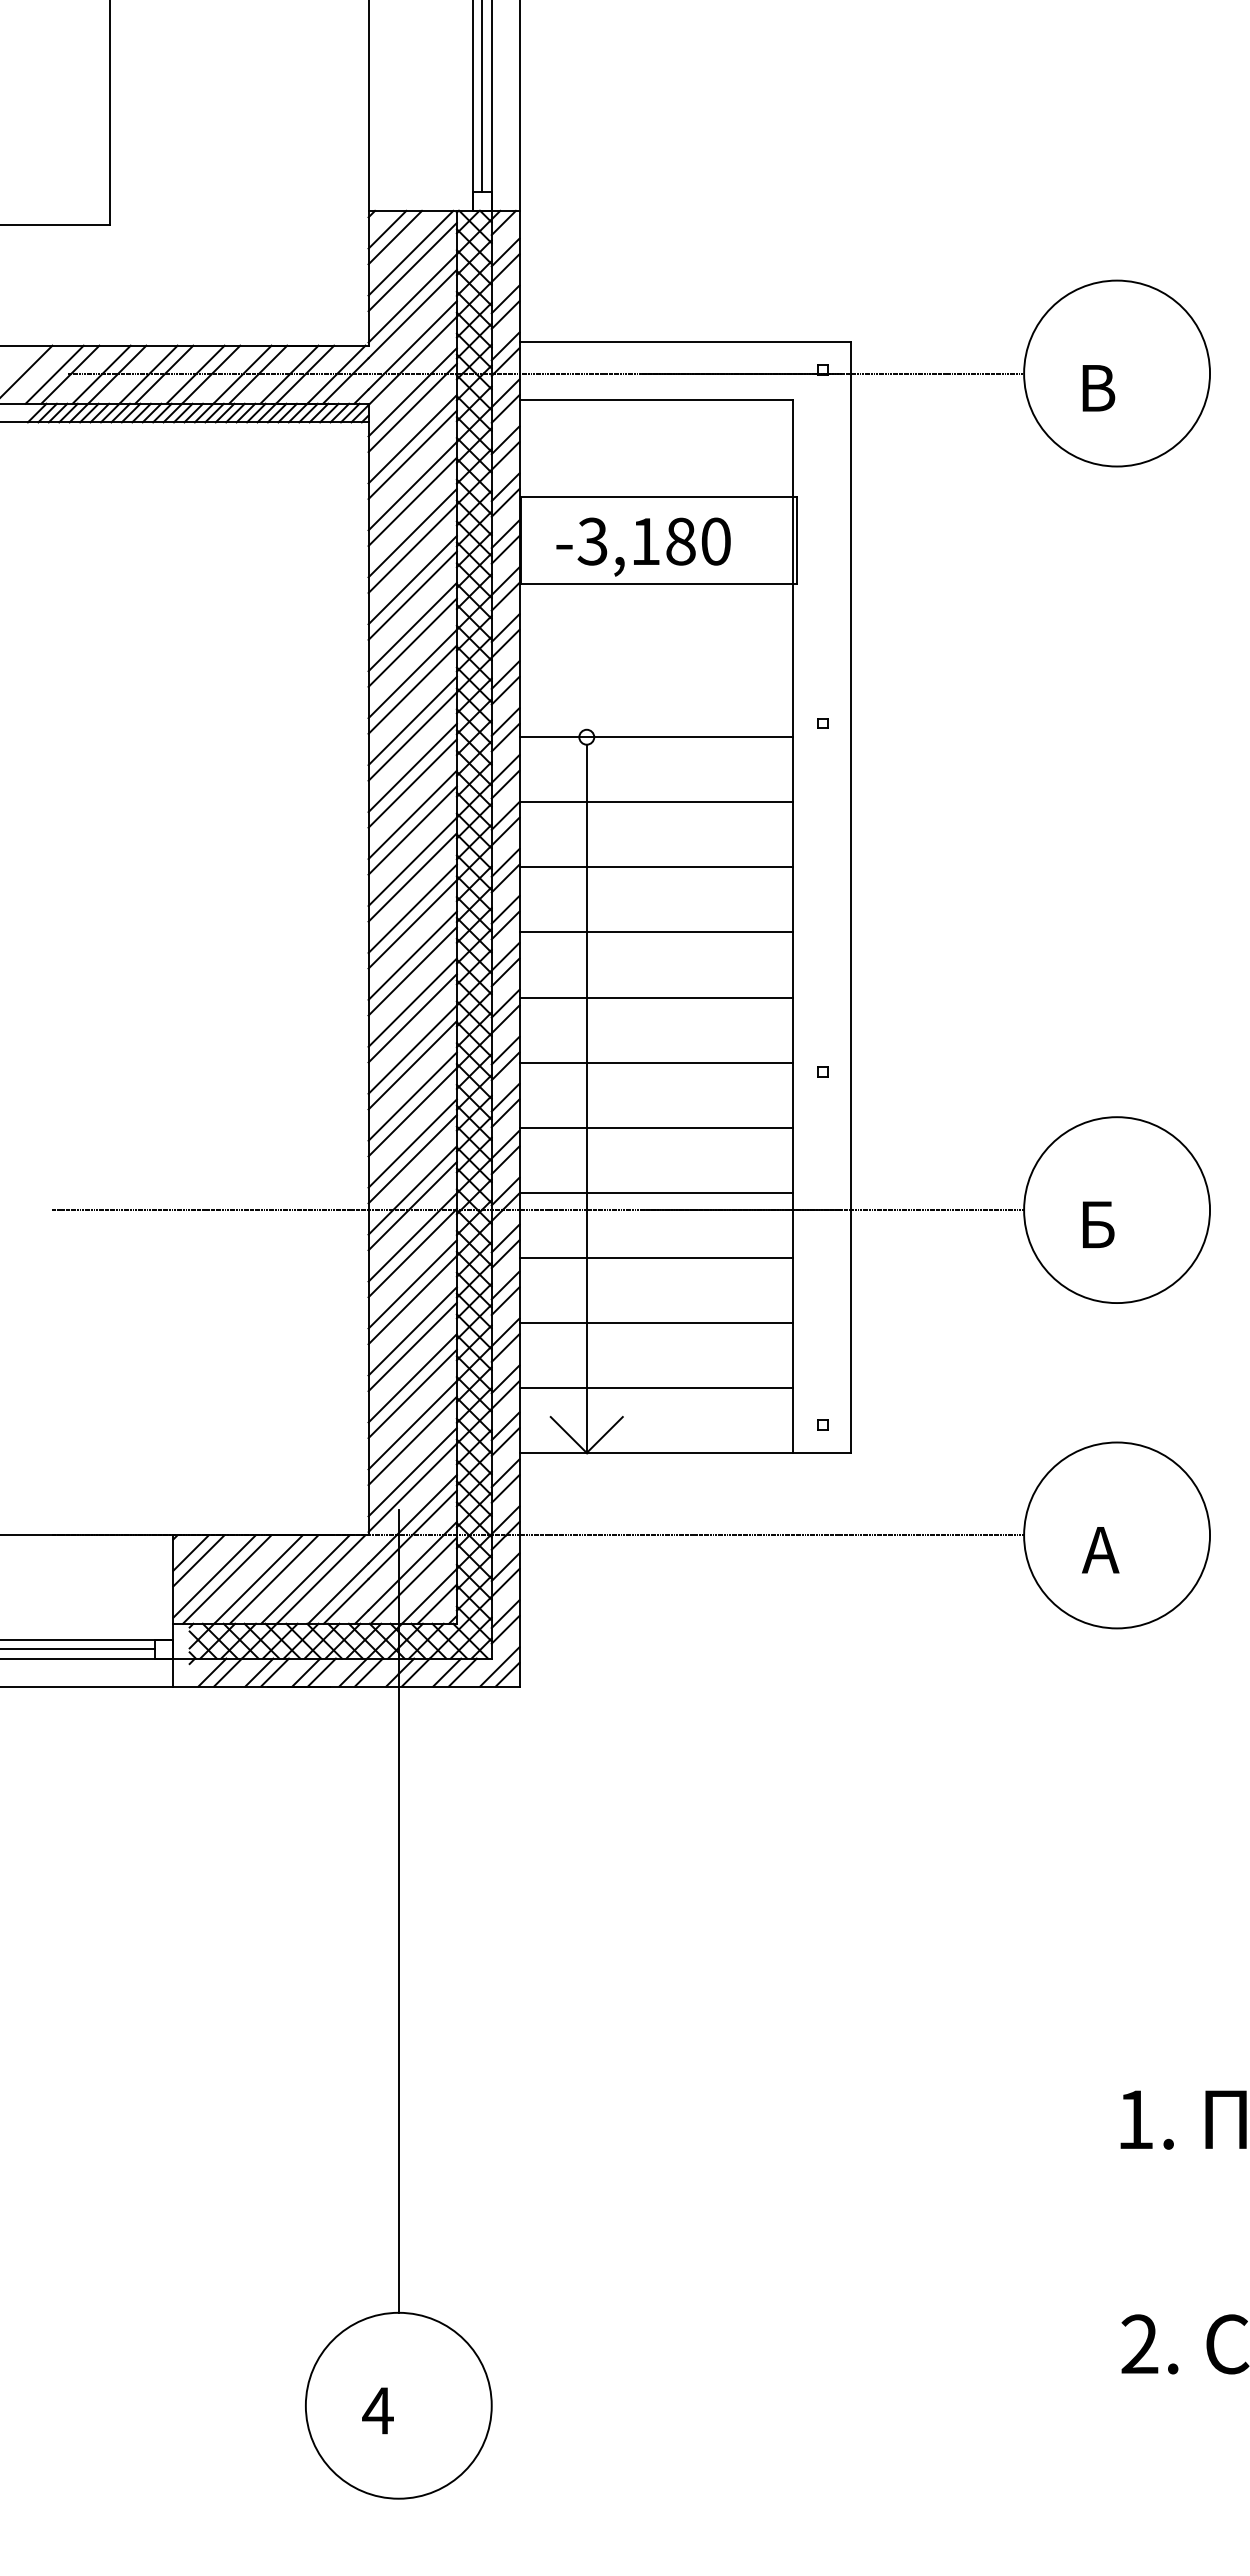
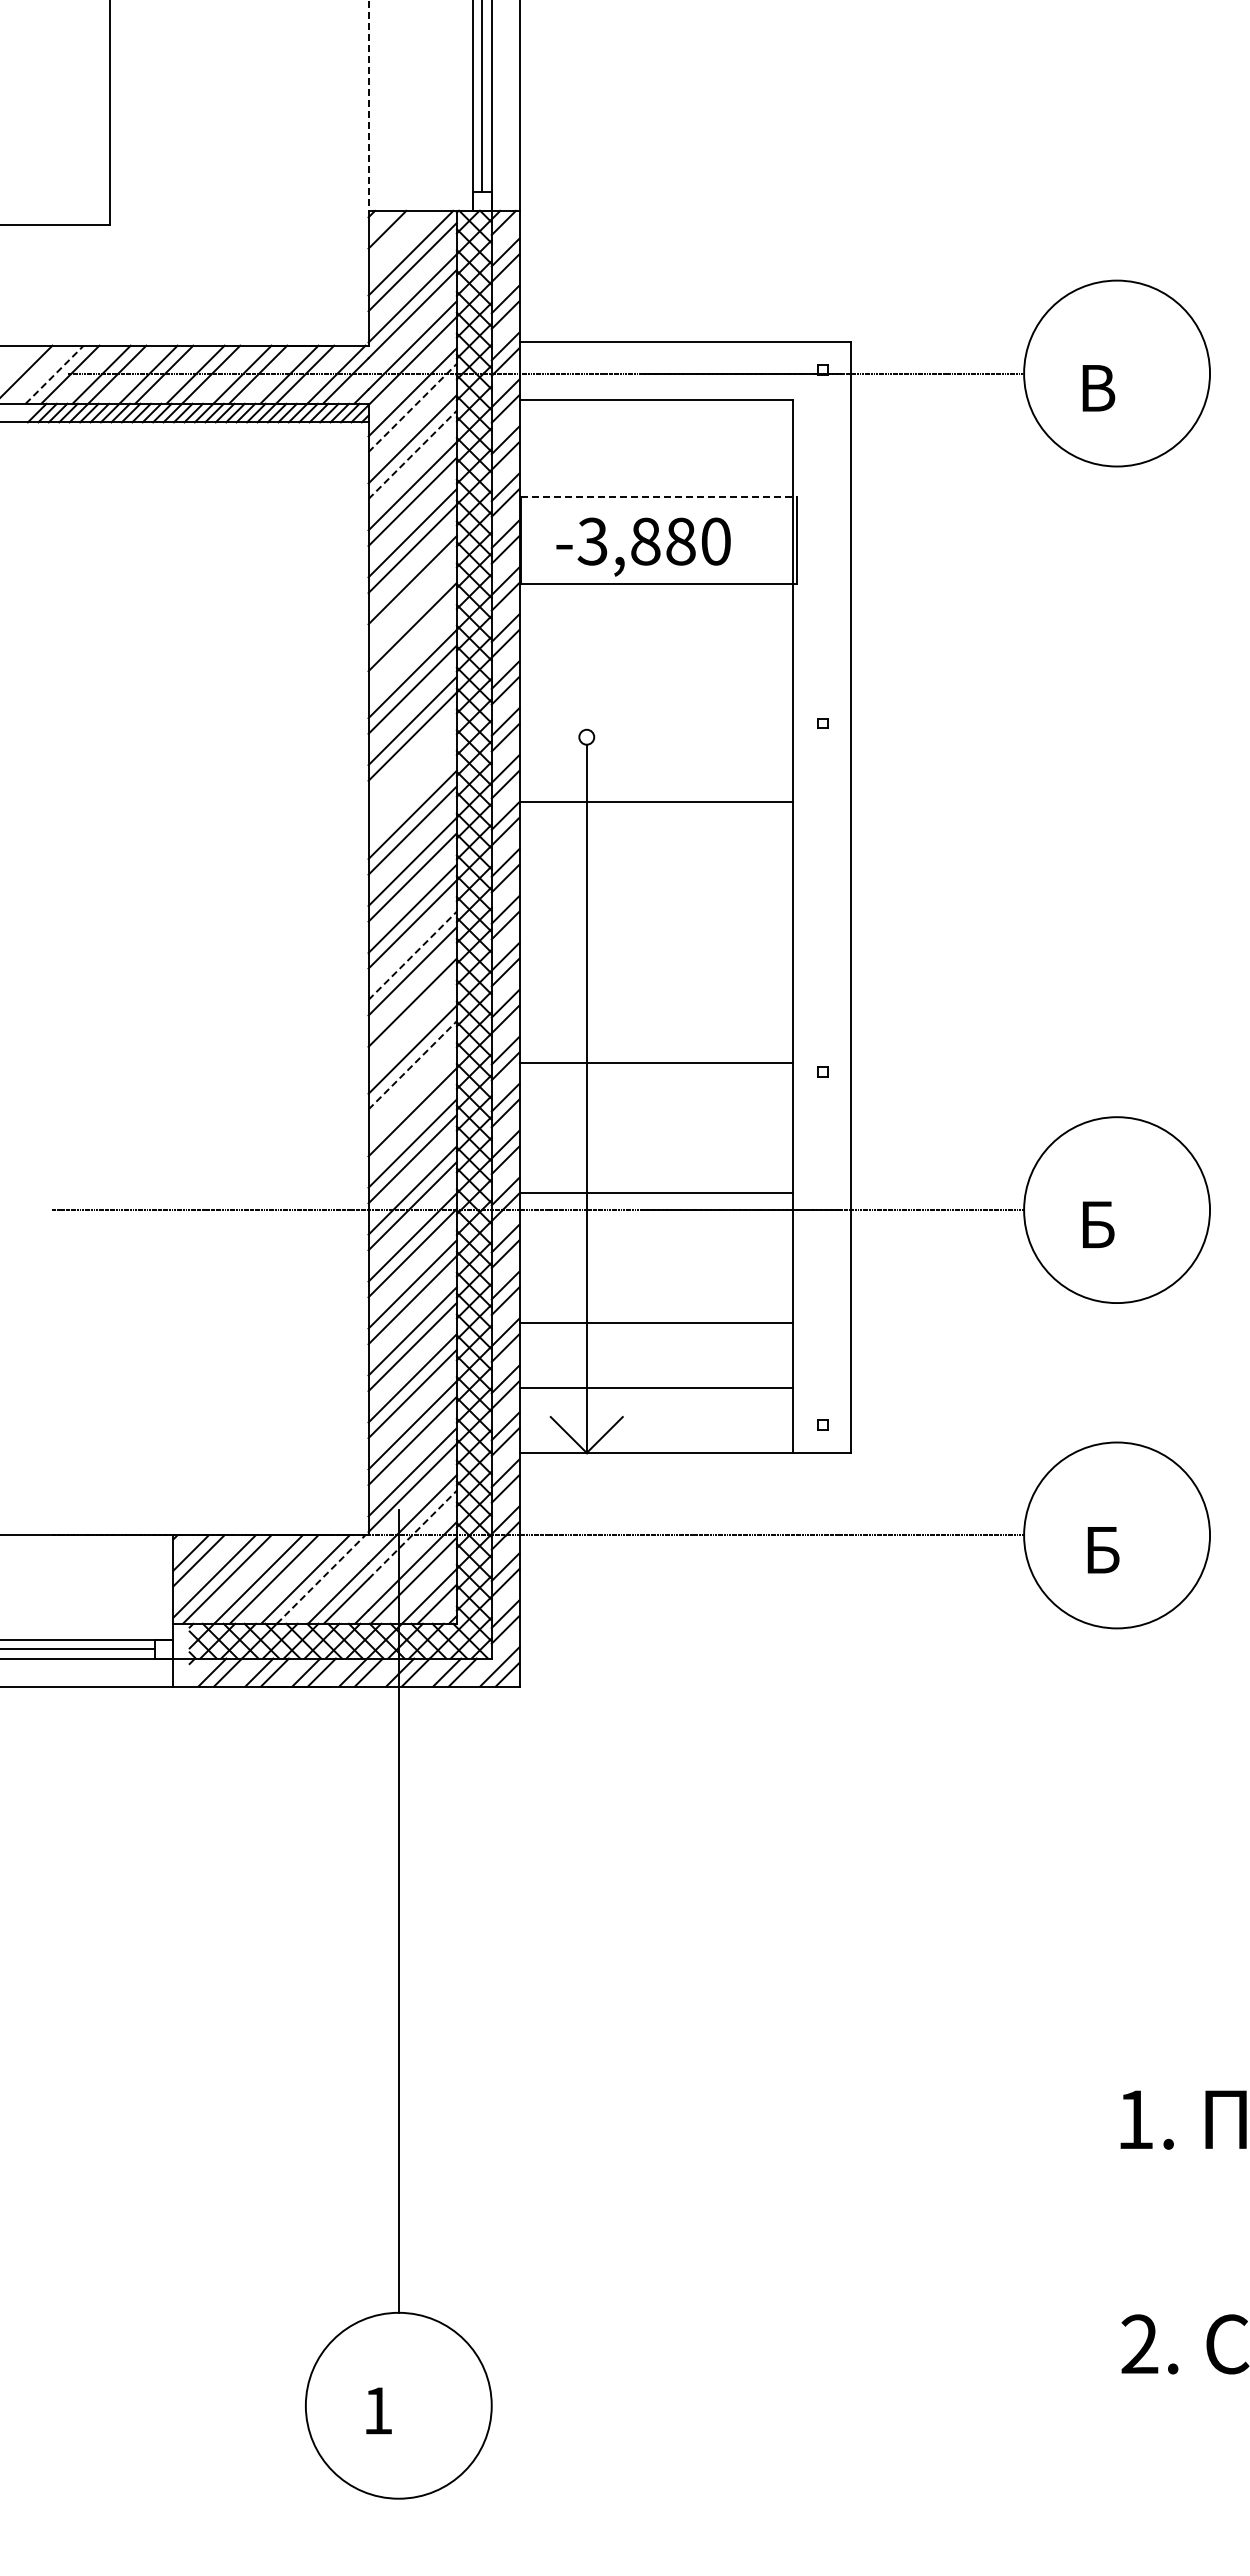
line at (368, 106): solid -> dashed
line at (395, 237): present -> none
line at (55, 374): solid -> dashed
line at (413, 407): solid -> dashed
line at (413, 454): solid -> dashed
line at (659, 497): solid -> dashed
text at (645, 541): -3,180 -> -3,880
line at (412, 595): present -> none
line at (412, 642): present -> none
line at (655, 737): present -> none
line at (412, 767): present -> none
line at (412, 783): present -> none
line at (655, 867): present -> none
line at (655, 932): present -> none
line at (413, 955): solid -> dashed
line at (655, 997): present -> none
line at (412, 1018): present -> none
line at (413, 1064): solid -> dashed
line at (412, 1096): present -> none
line at (655, 1127): present -> none
line at (655, 1257): present -> none
line at (413, 1534): solid -> dashed
text at (1100, 1550): А -> Б
line at (321, 1579): solid -> dashed
text at (377, 2410): 4 -> 1
